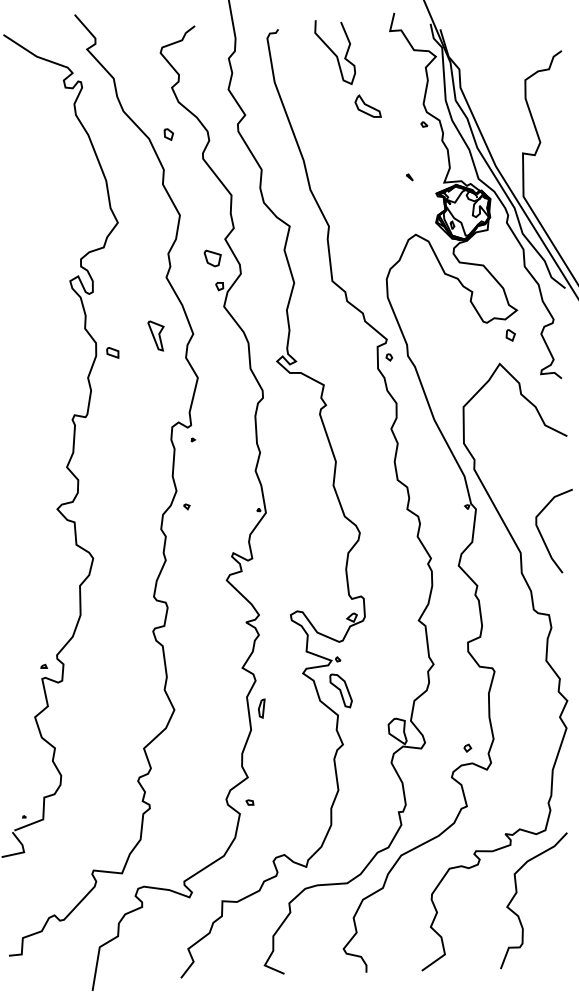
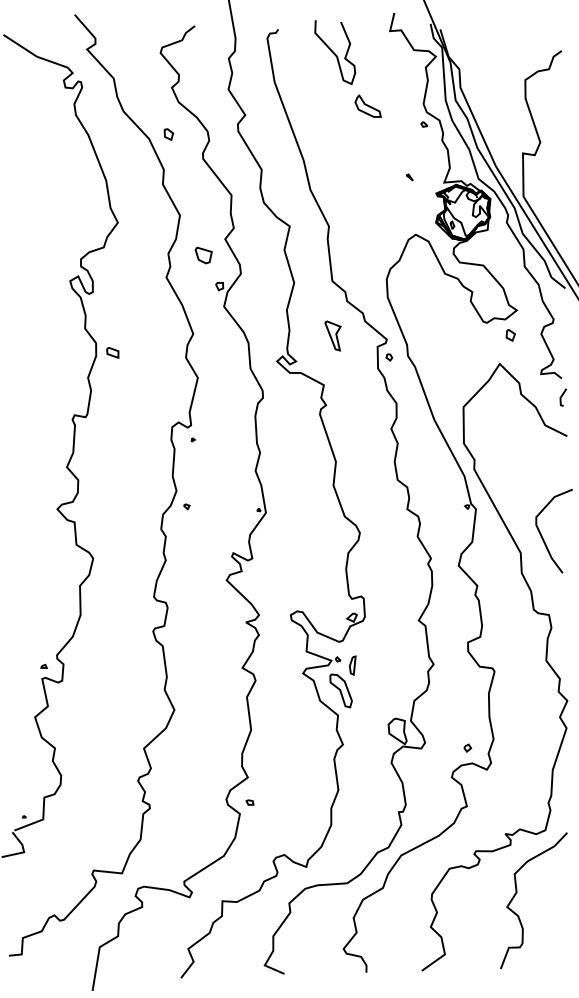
part at (212, 258) position: (212, 258) -> (203, 255)
part at (155, 335) position: (155, 335) -> (332, 335)
line at (562, 396): none -> present
part at (261, 708) position: (261, 708) -> (352, 665)
